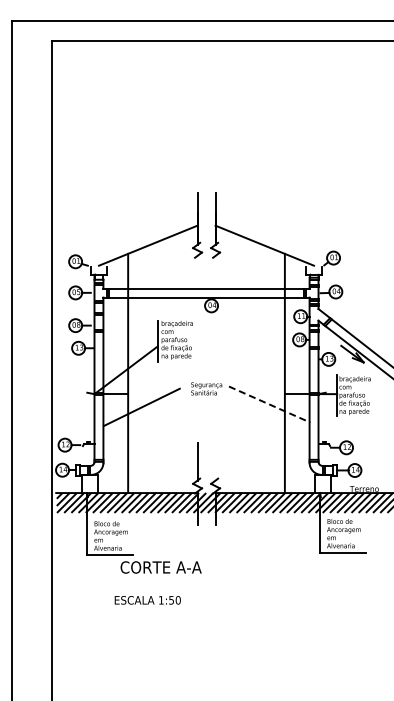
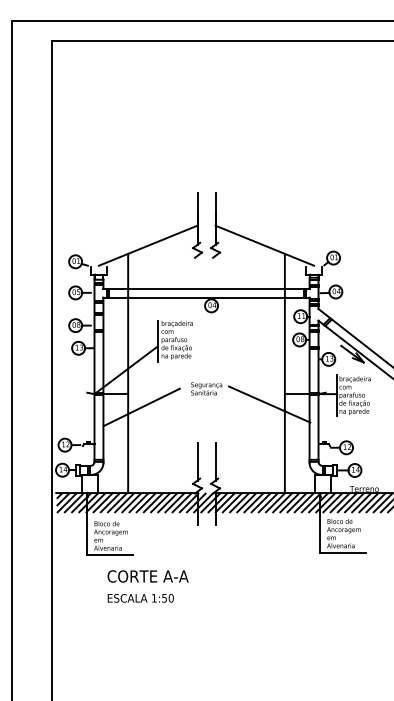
line at (270, 404): dashed -> solid
line at (215, 461): none -> present
text at (160, 567) position: (160, 567) -> (147, 576)
text at (147, 600) position: (147, 600) -> (140, 598)
